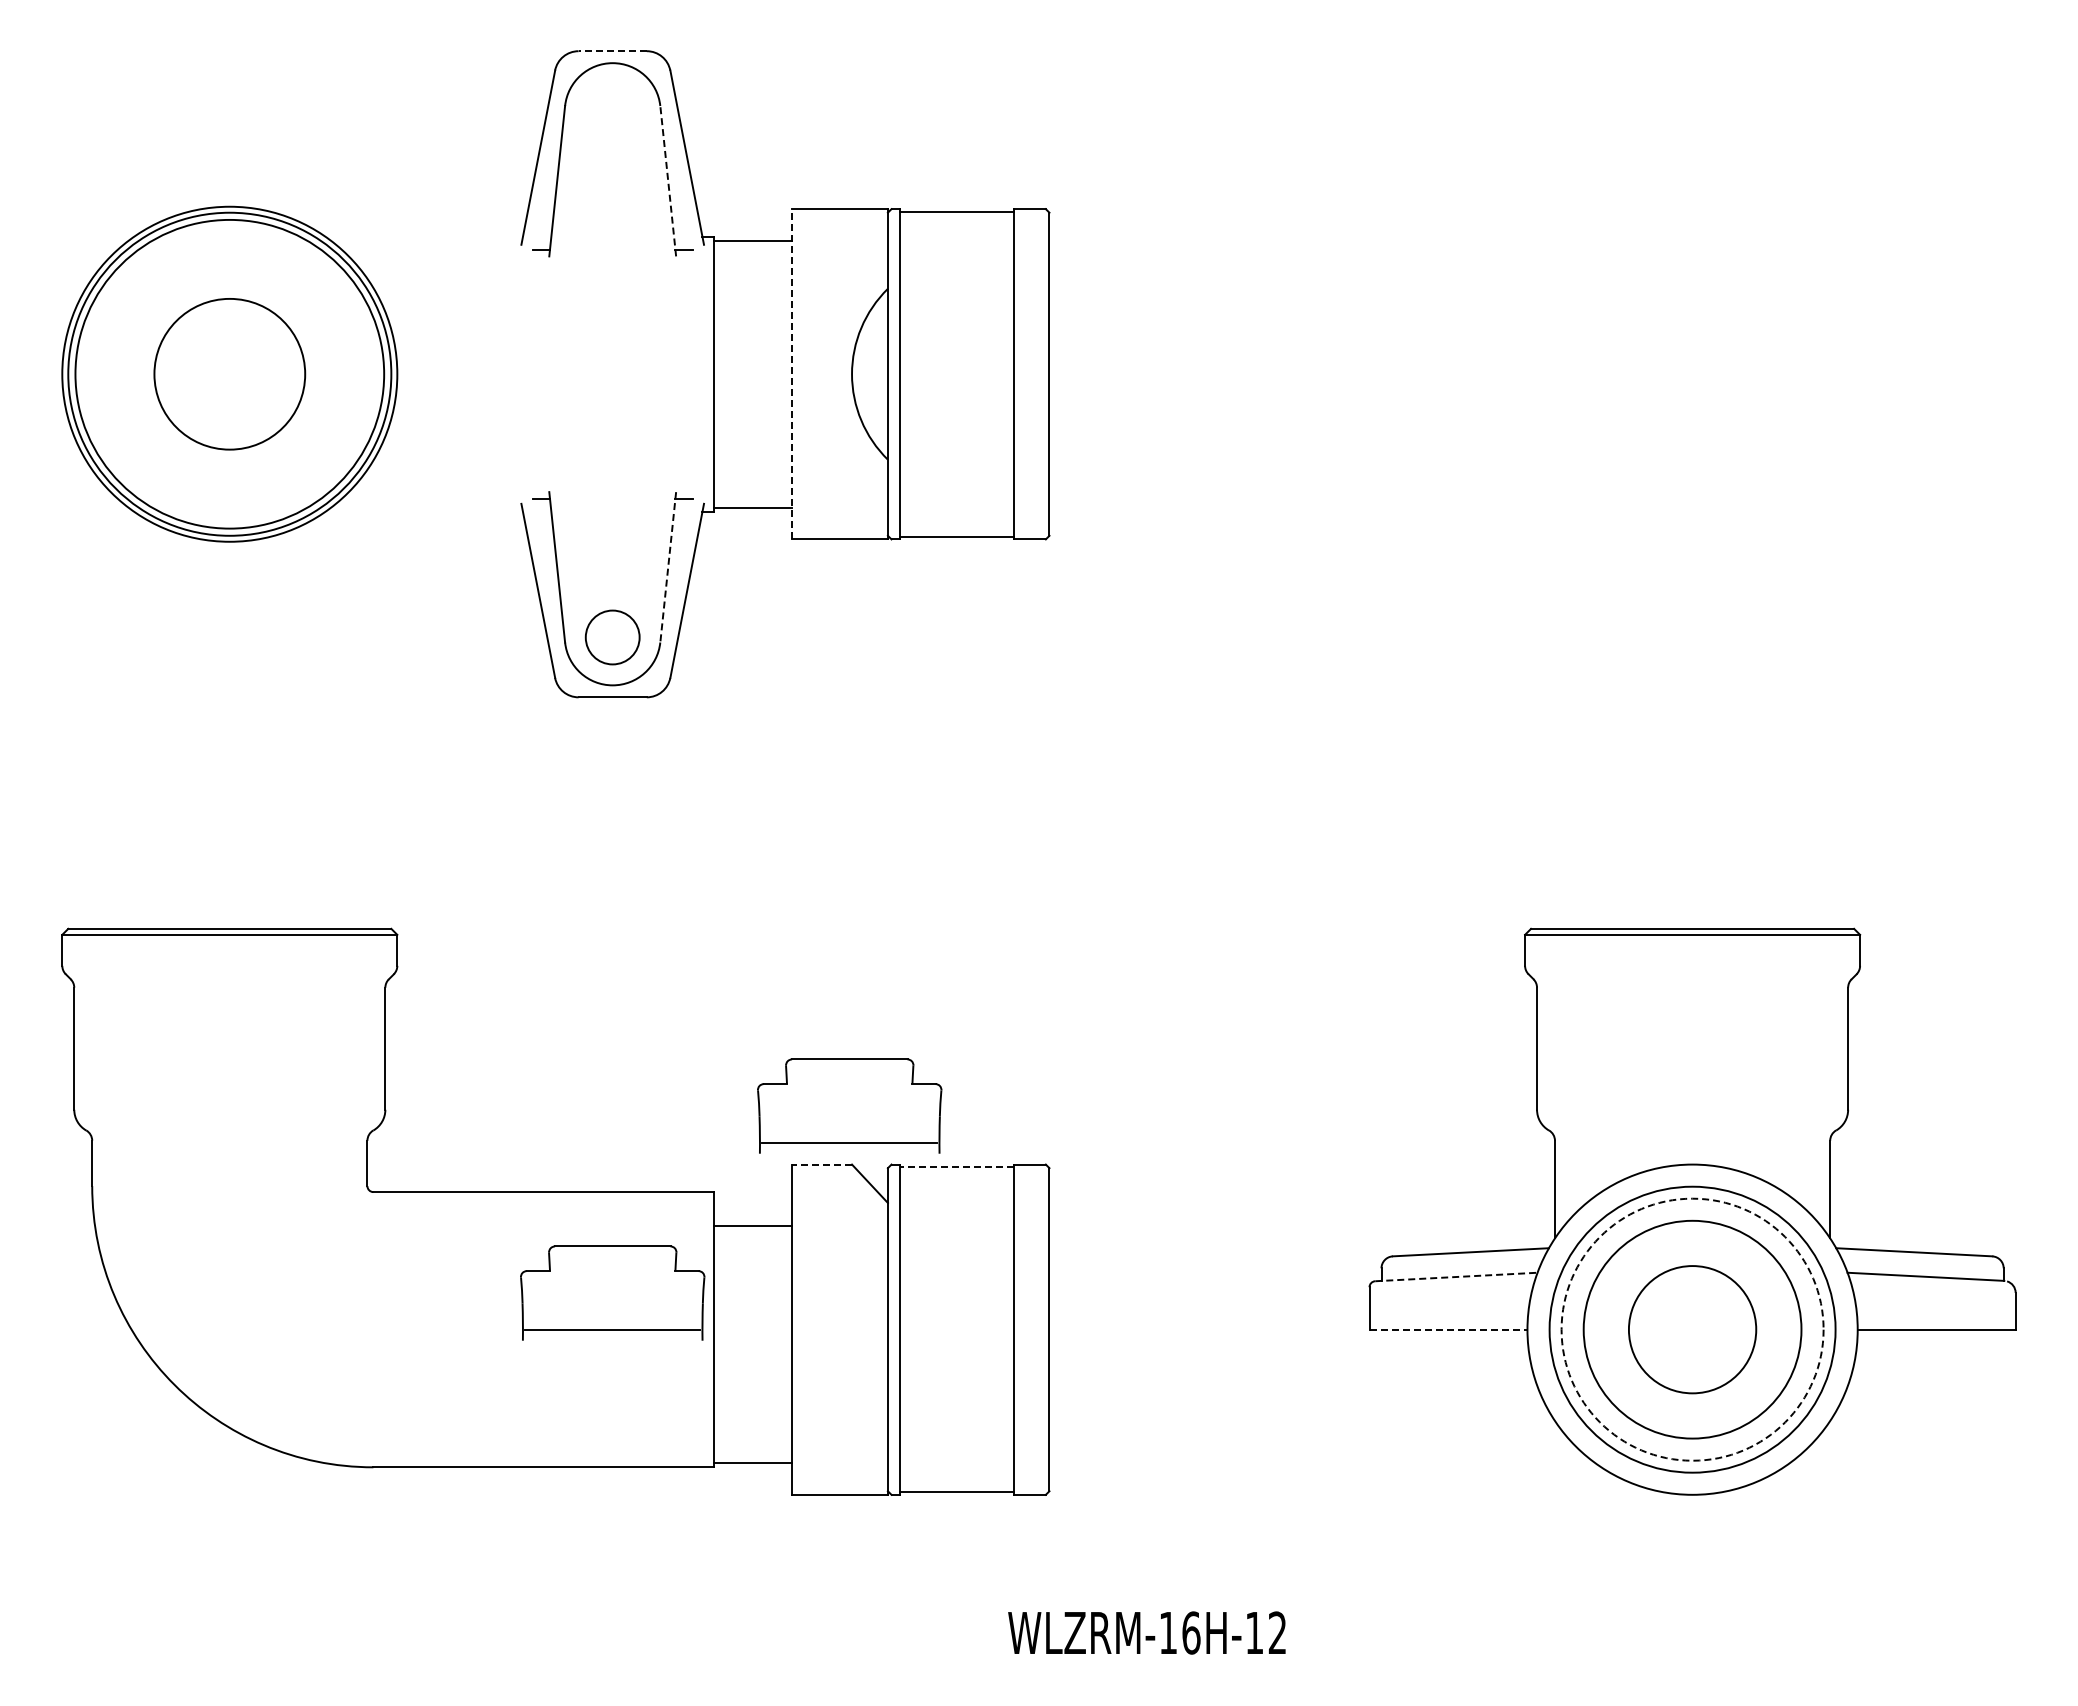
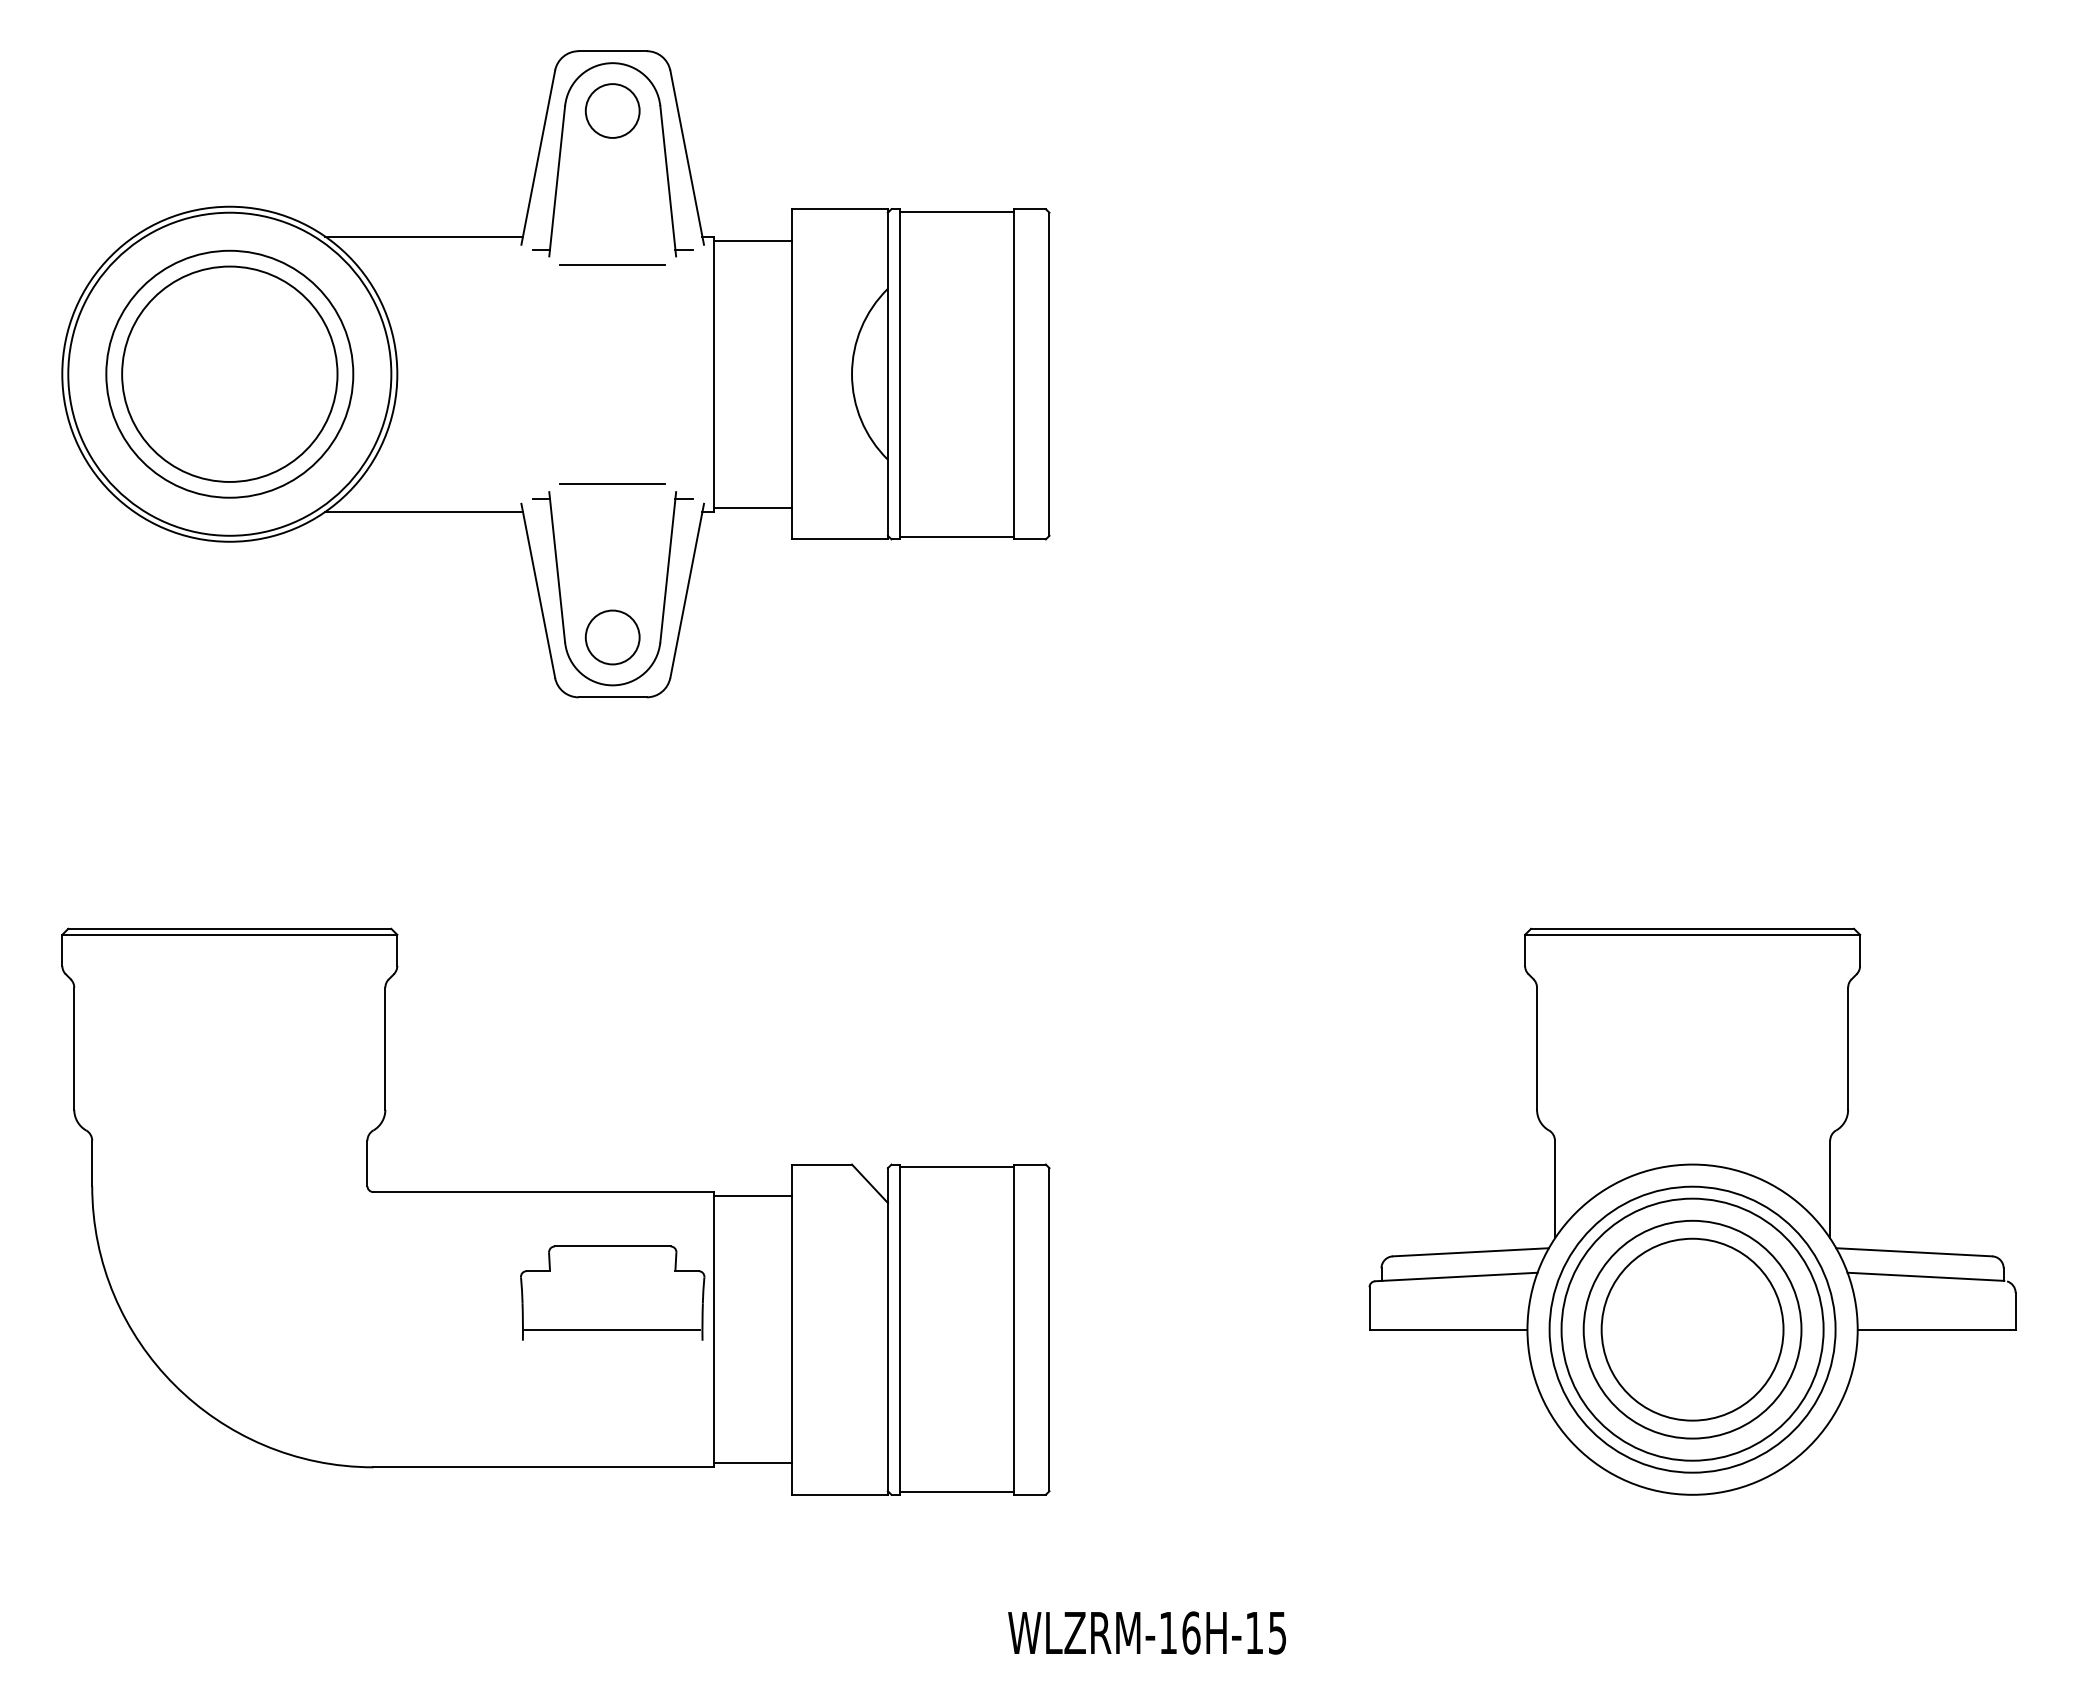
line at (612, 51): dashed -> solid
circle at (612, 110): none -> present
line at (668, 181): dashed -> solid
line at (423, 236): none -> present
line at (612, 264): none -> present
circle at (229, 373) diameter: 151 px -> 215 px
circle at (229, 373) diameter: 309 px -> 247 px
line at (792, 373): dashed -> solid
line at (612, 483): none -> present
line at (423, 511): none -> present
line at (668, 567): dashed -> solid
part at (849, 1105): present -> none
line at (822, 1164): dashed -> solid
line at (956, 1166): dashed -> solid
line at (753, 1226) position: (753, 1226) -> (753, 1196)
line at (1456, 1276): dashed -> solid
line at (1448, 1329): dashed -> solid
circle at (1692, 1329) diameter: 127 px -> 182 px
circle at (1692, 1329): dashed -> solid
text at (1276, 1632): WLZRM-16H-12 -> WLZRM-16H-15
